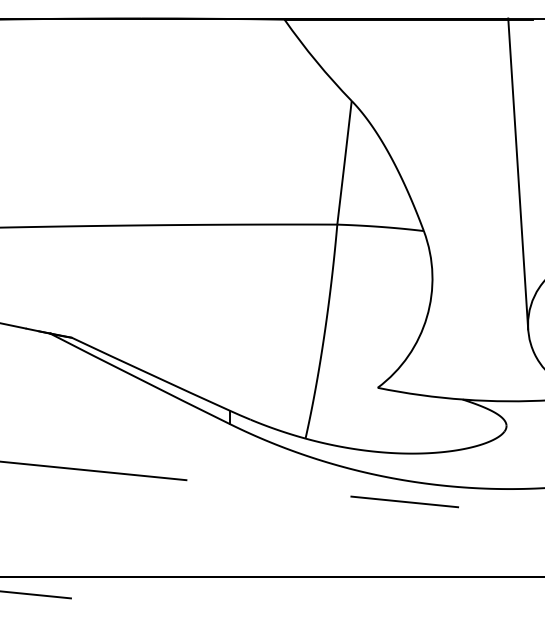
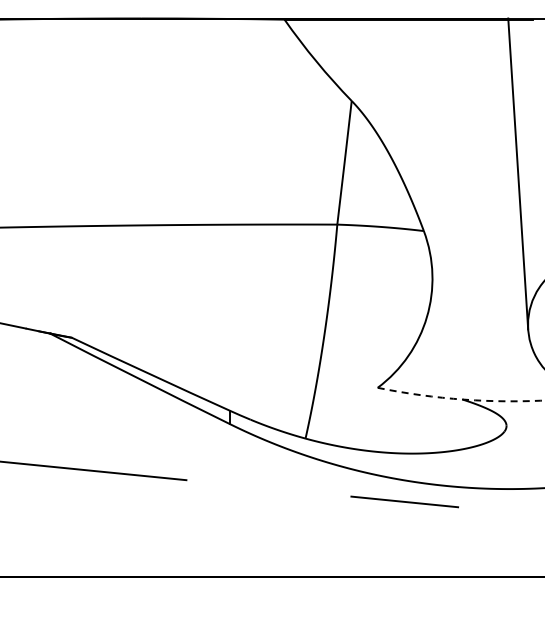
arc at (461, 399): solid -> dashed
line at (36, 594): present -> none
